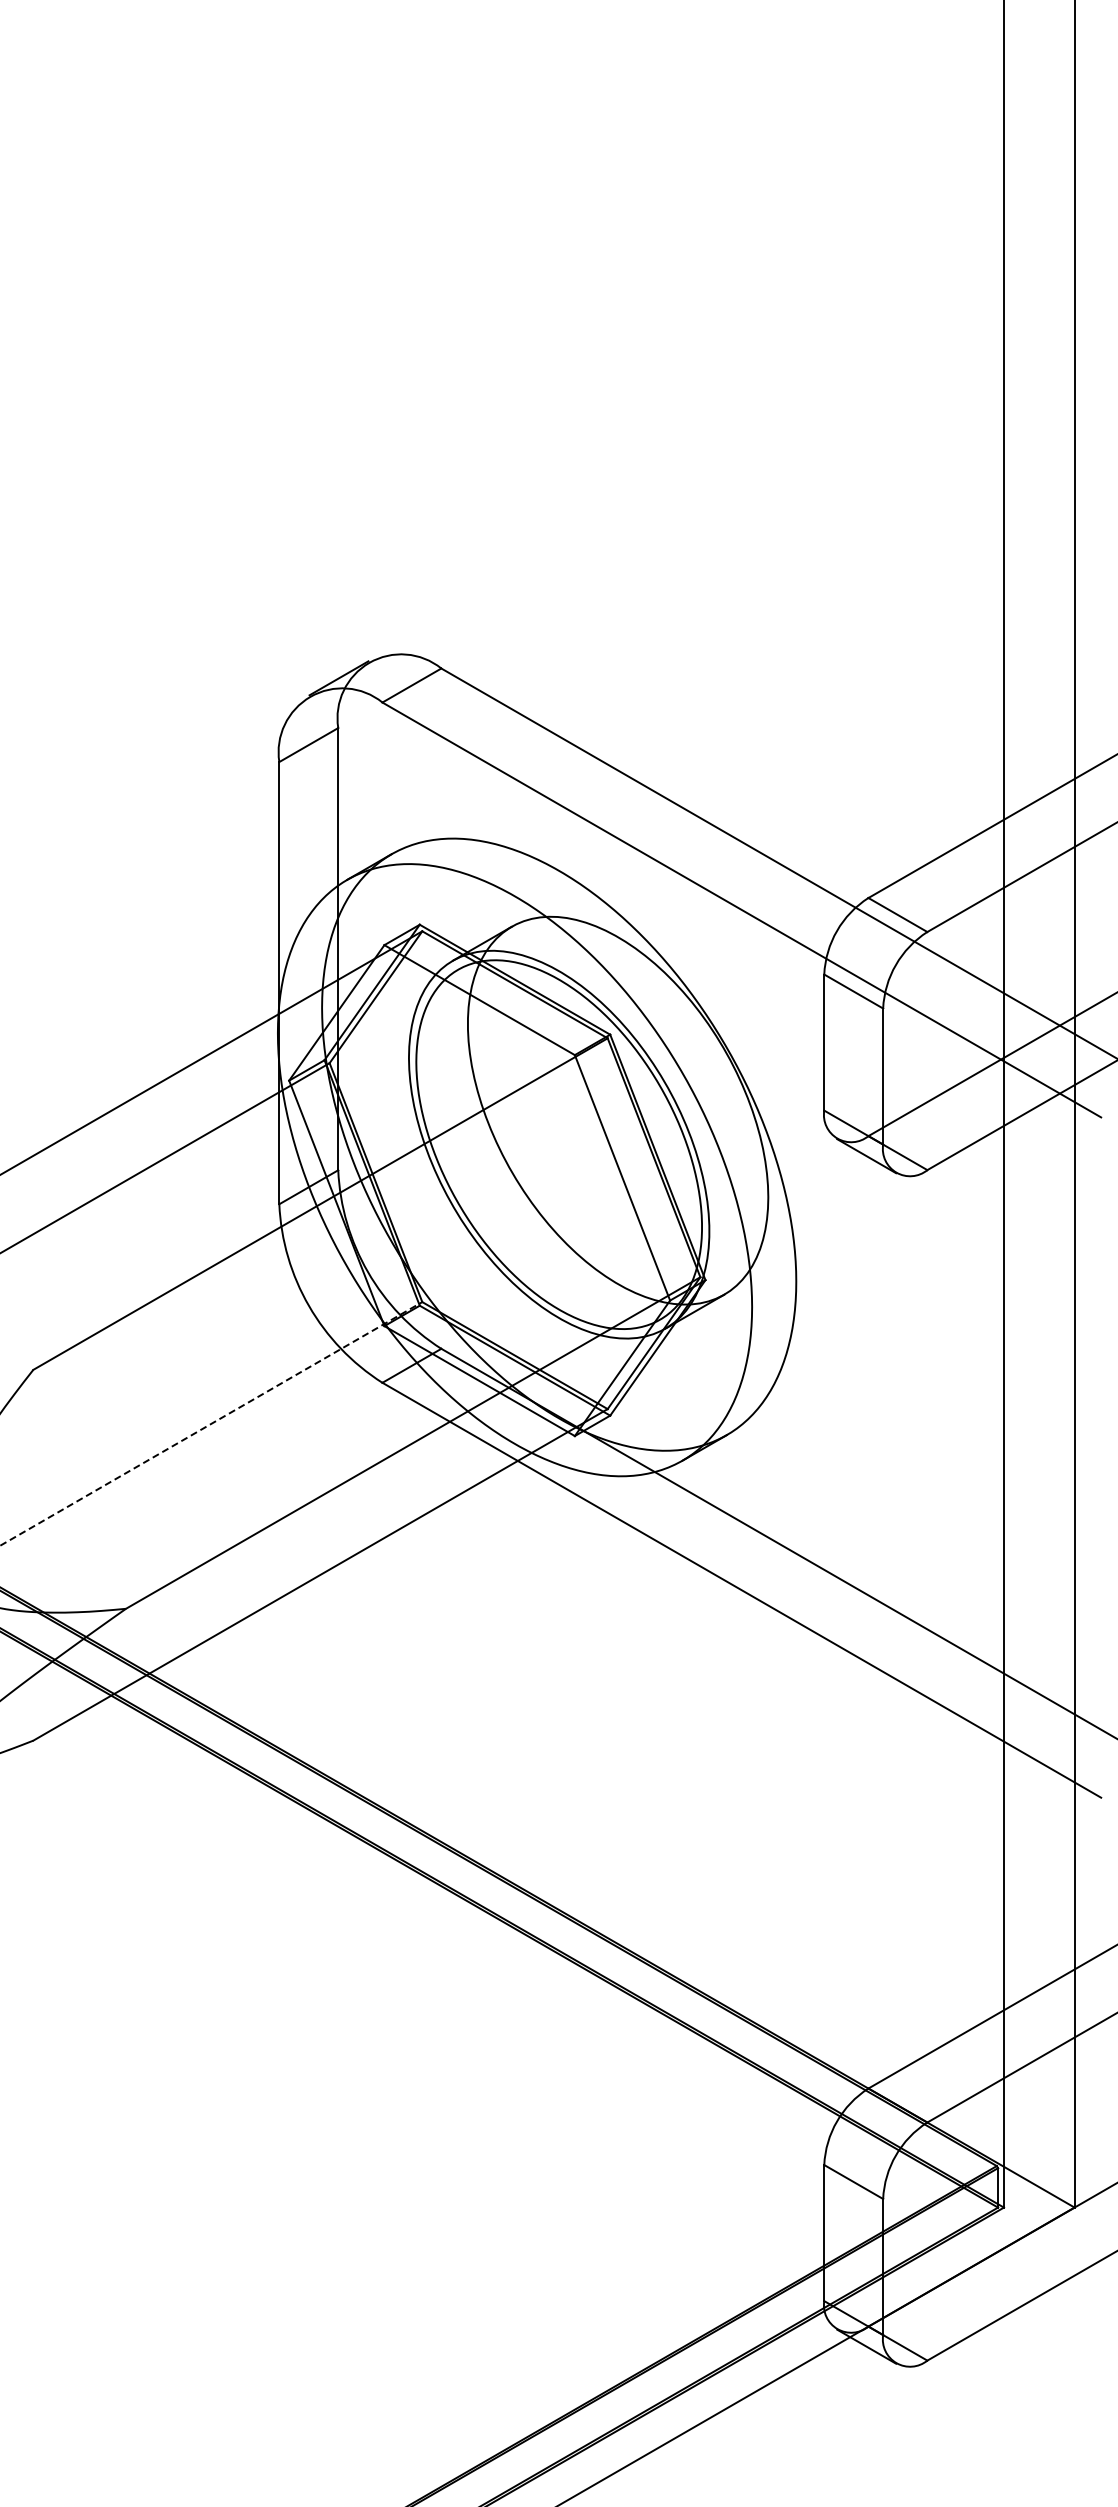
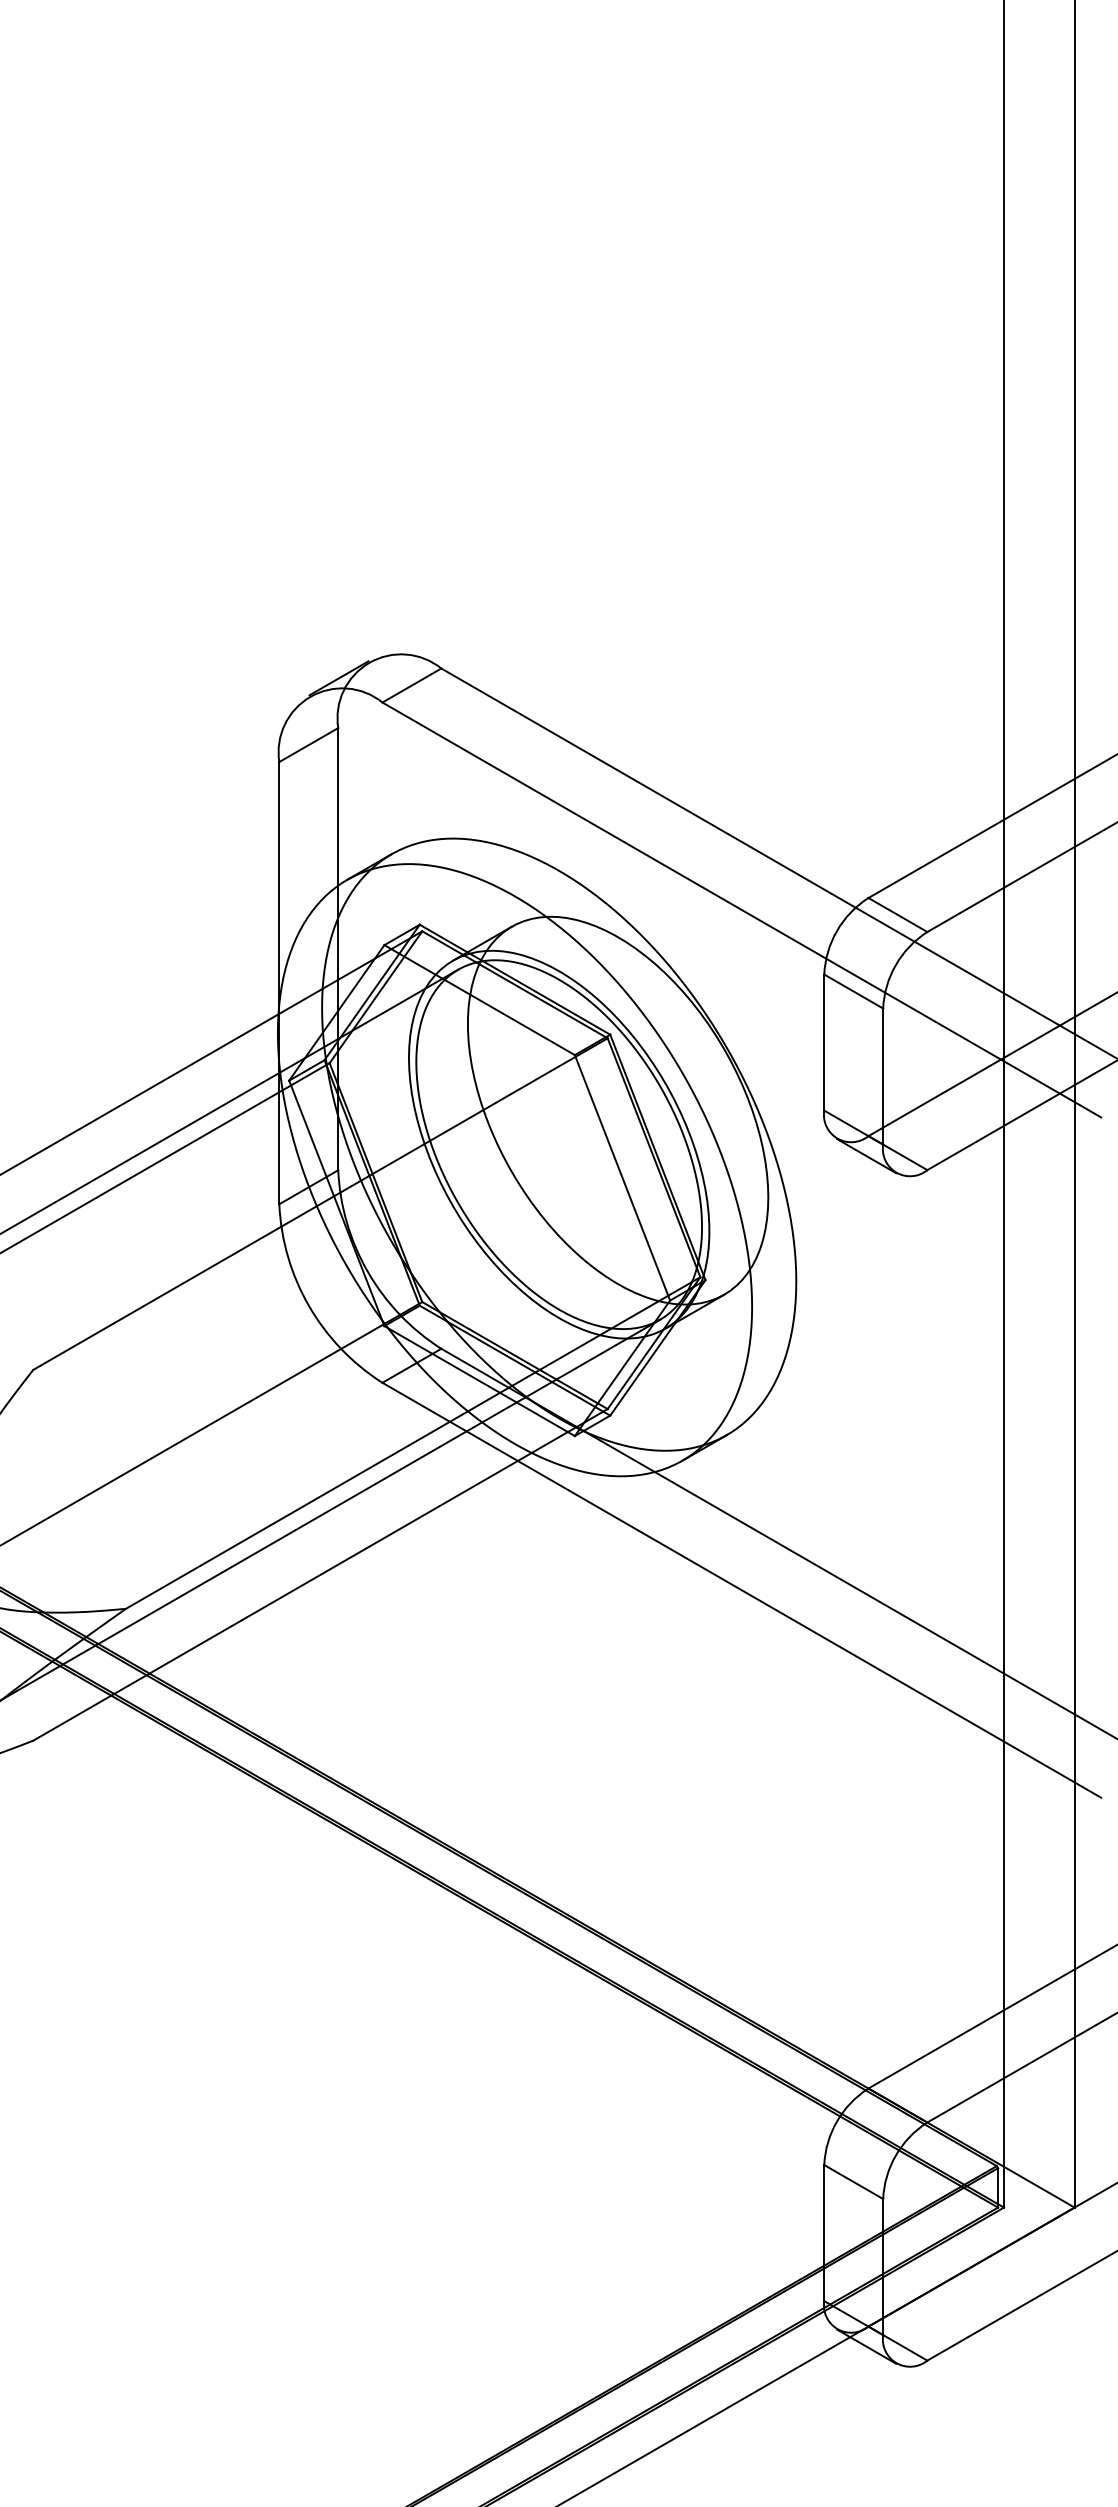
line at (230, 1100): none -> present
line at (211, 1423): dashed -> solid
line at (331, 1509): none -> present
